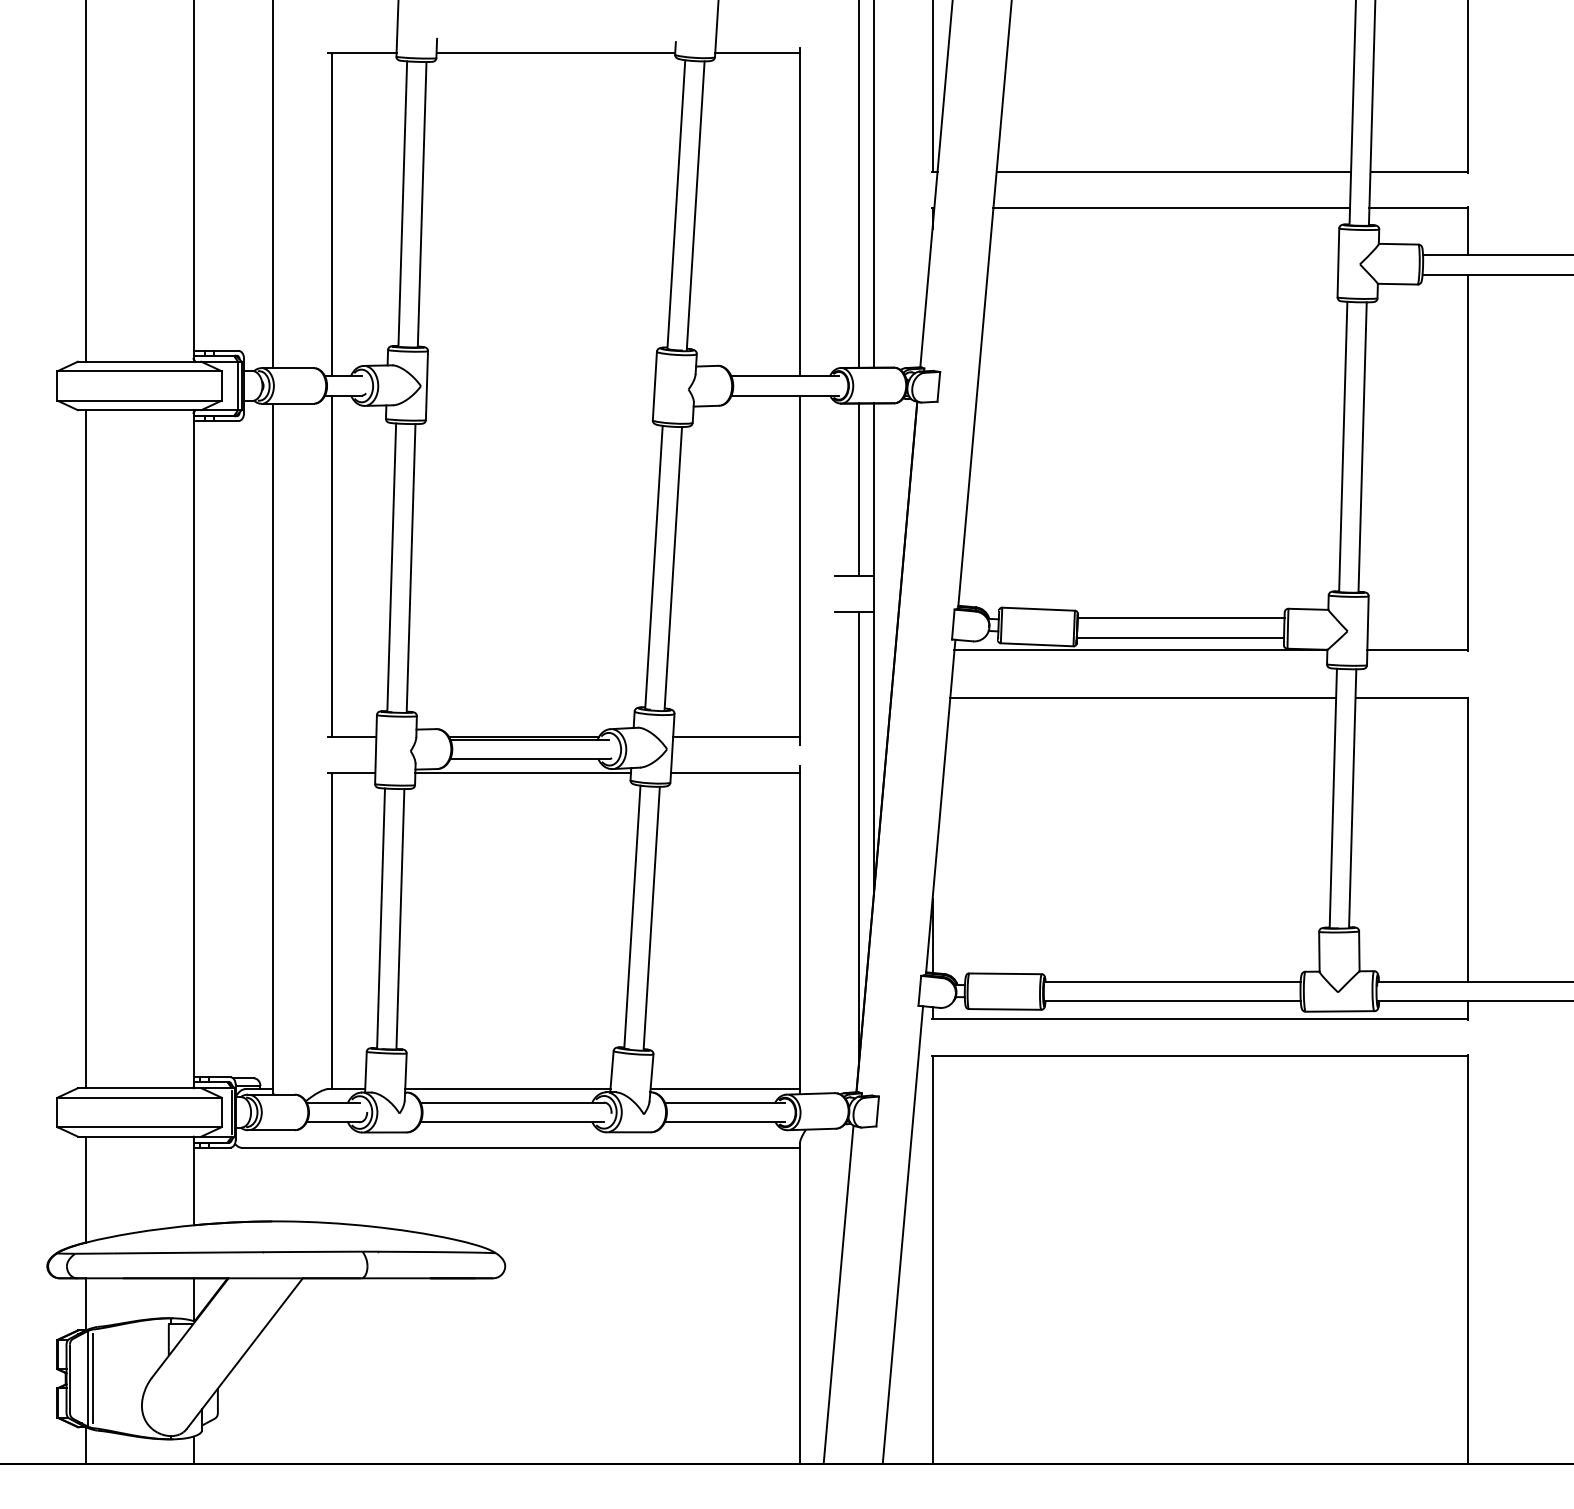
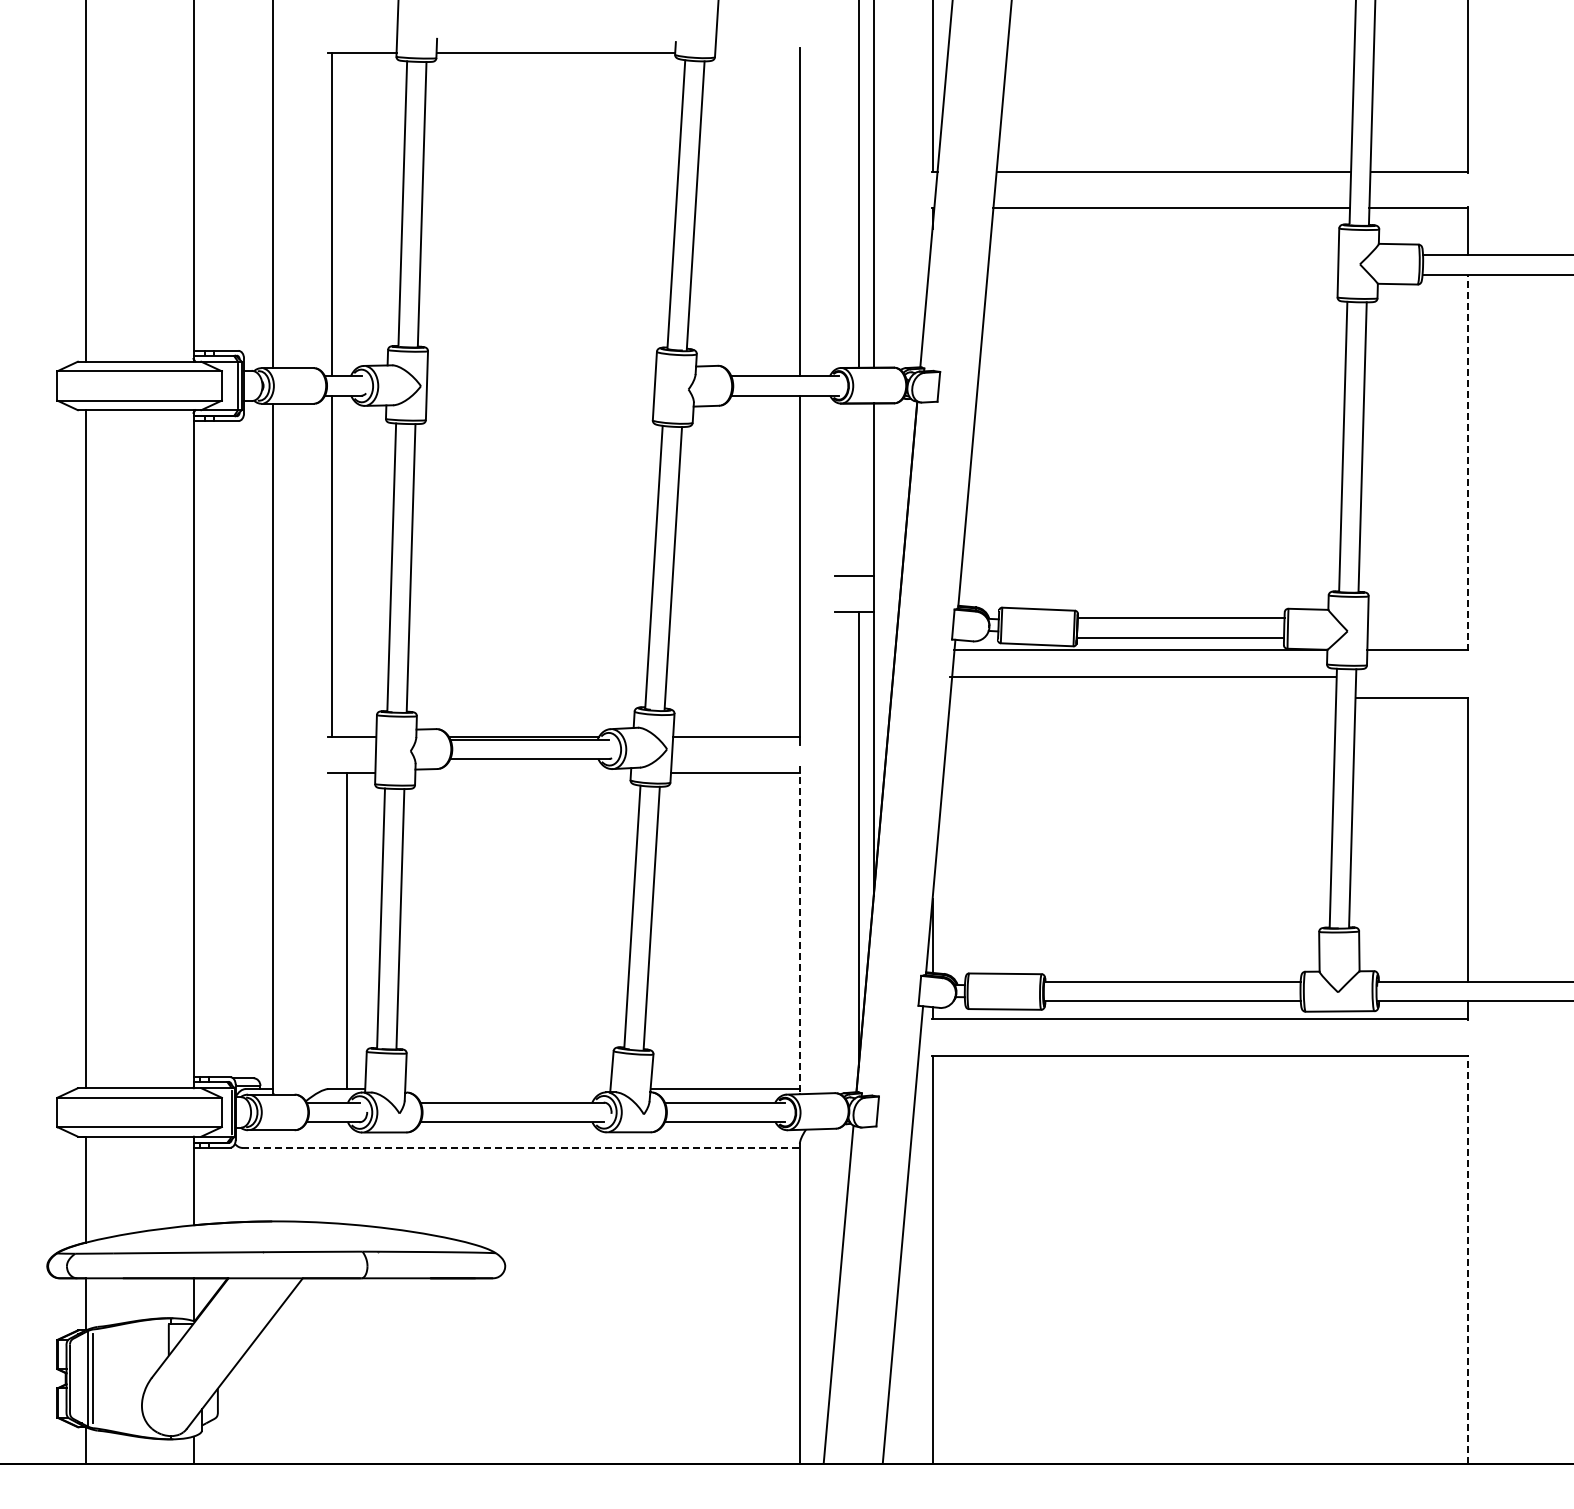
line at (757, 53): present -> none
line at (1468, 462): solid -> dashed
line at (858, 489): present -> none
line at (1143, 698) position: (1143, 698) -> (1143, 677)
line at (522, 773): present -> none
line at (799, 929): solid -> dashed
line at (332, 931) position: (332, 931) -> (347, 931)
line at (507, 1089): present -> none
line at (521, 1147): solid -> dashed
line at (1468, 1259): solid -> dashed
